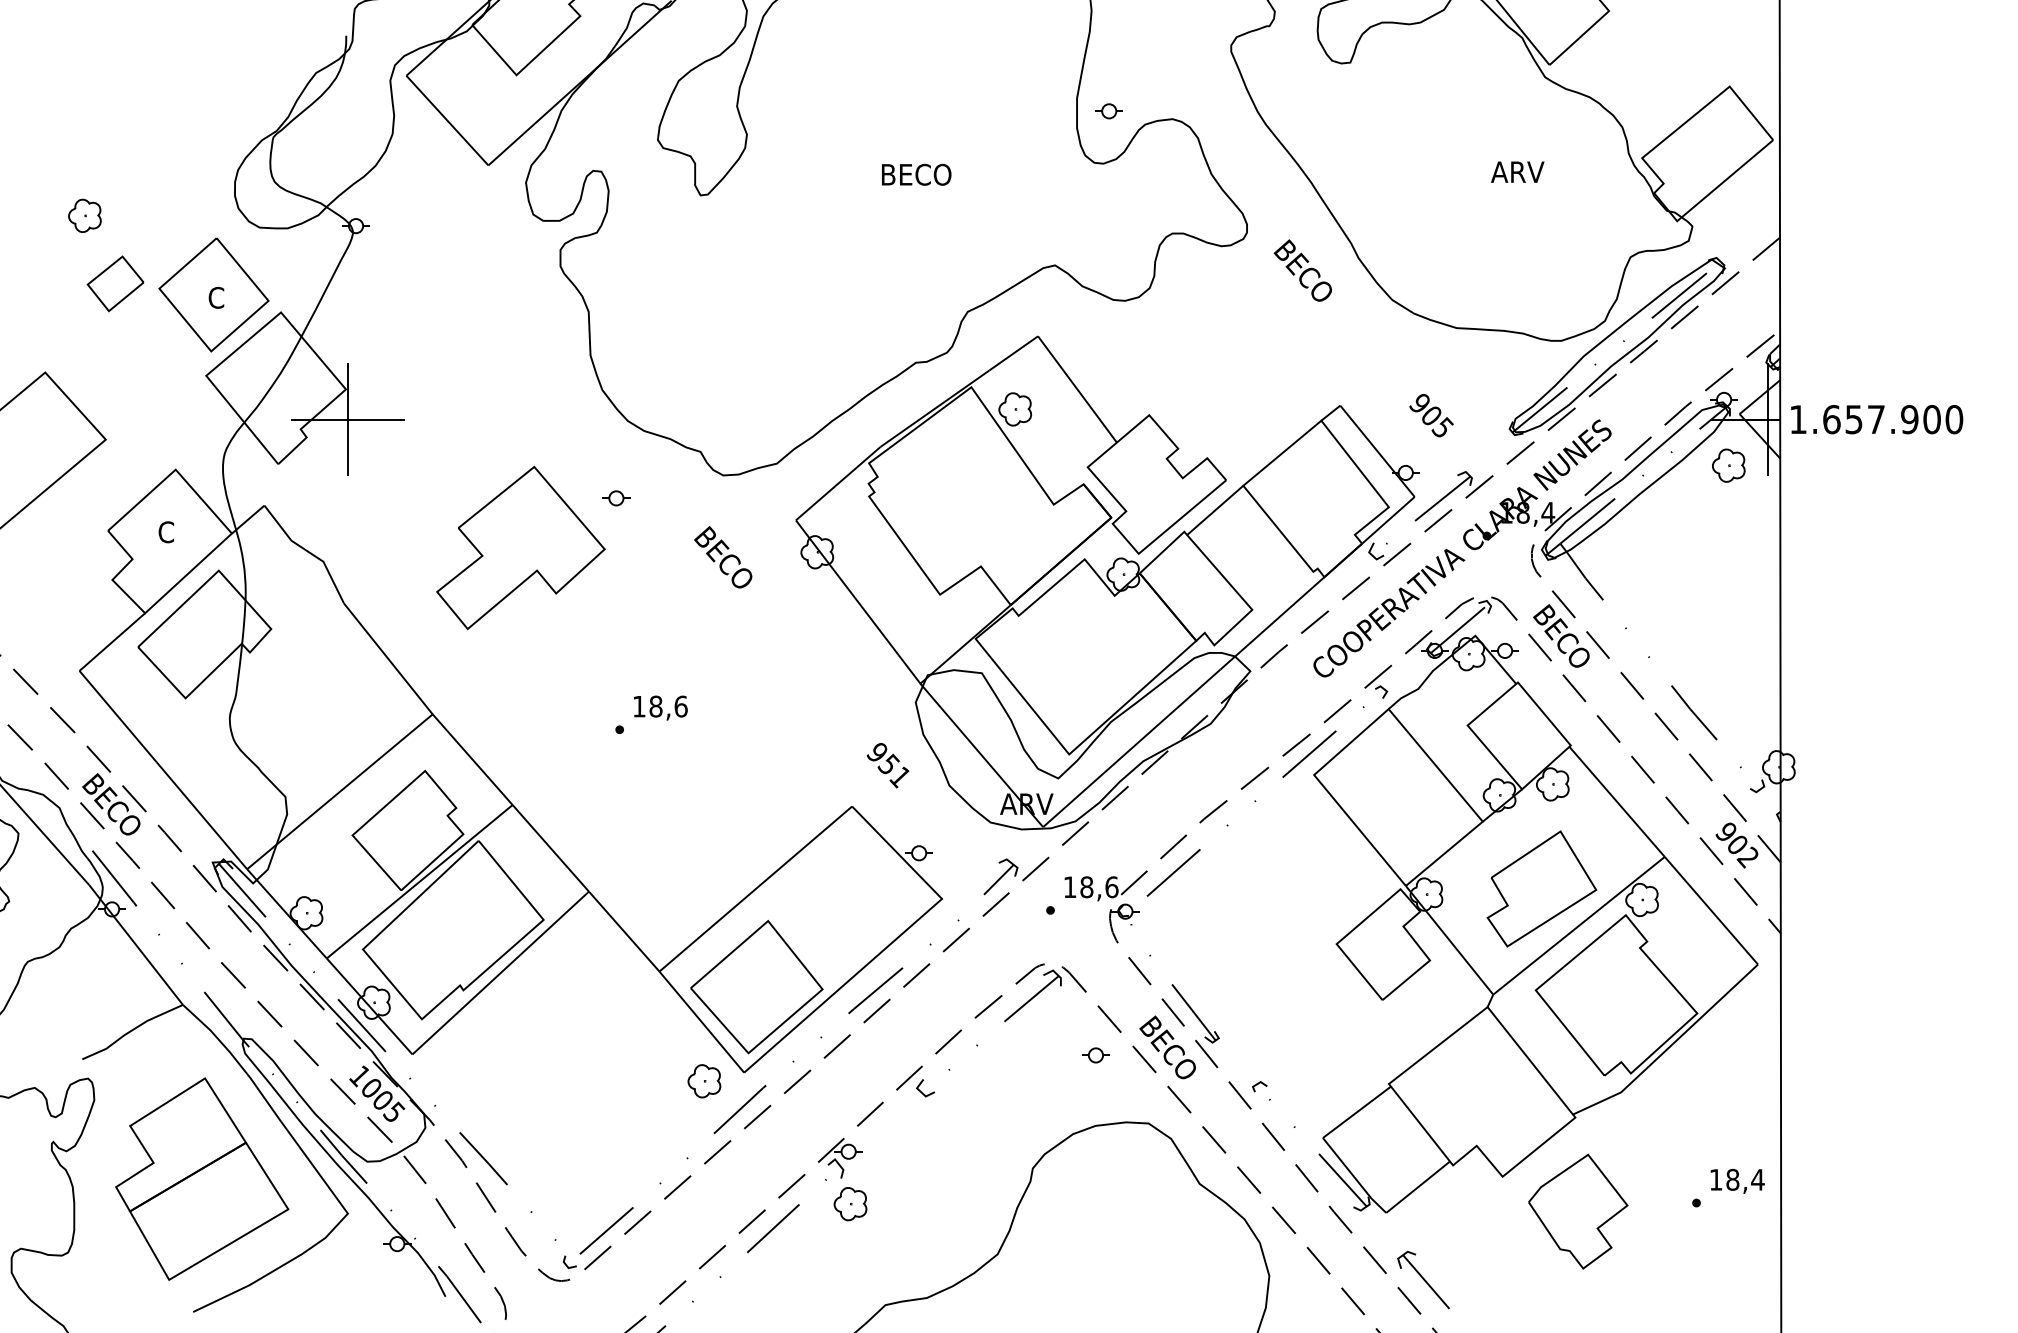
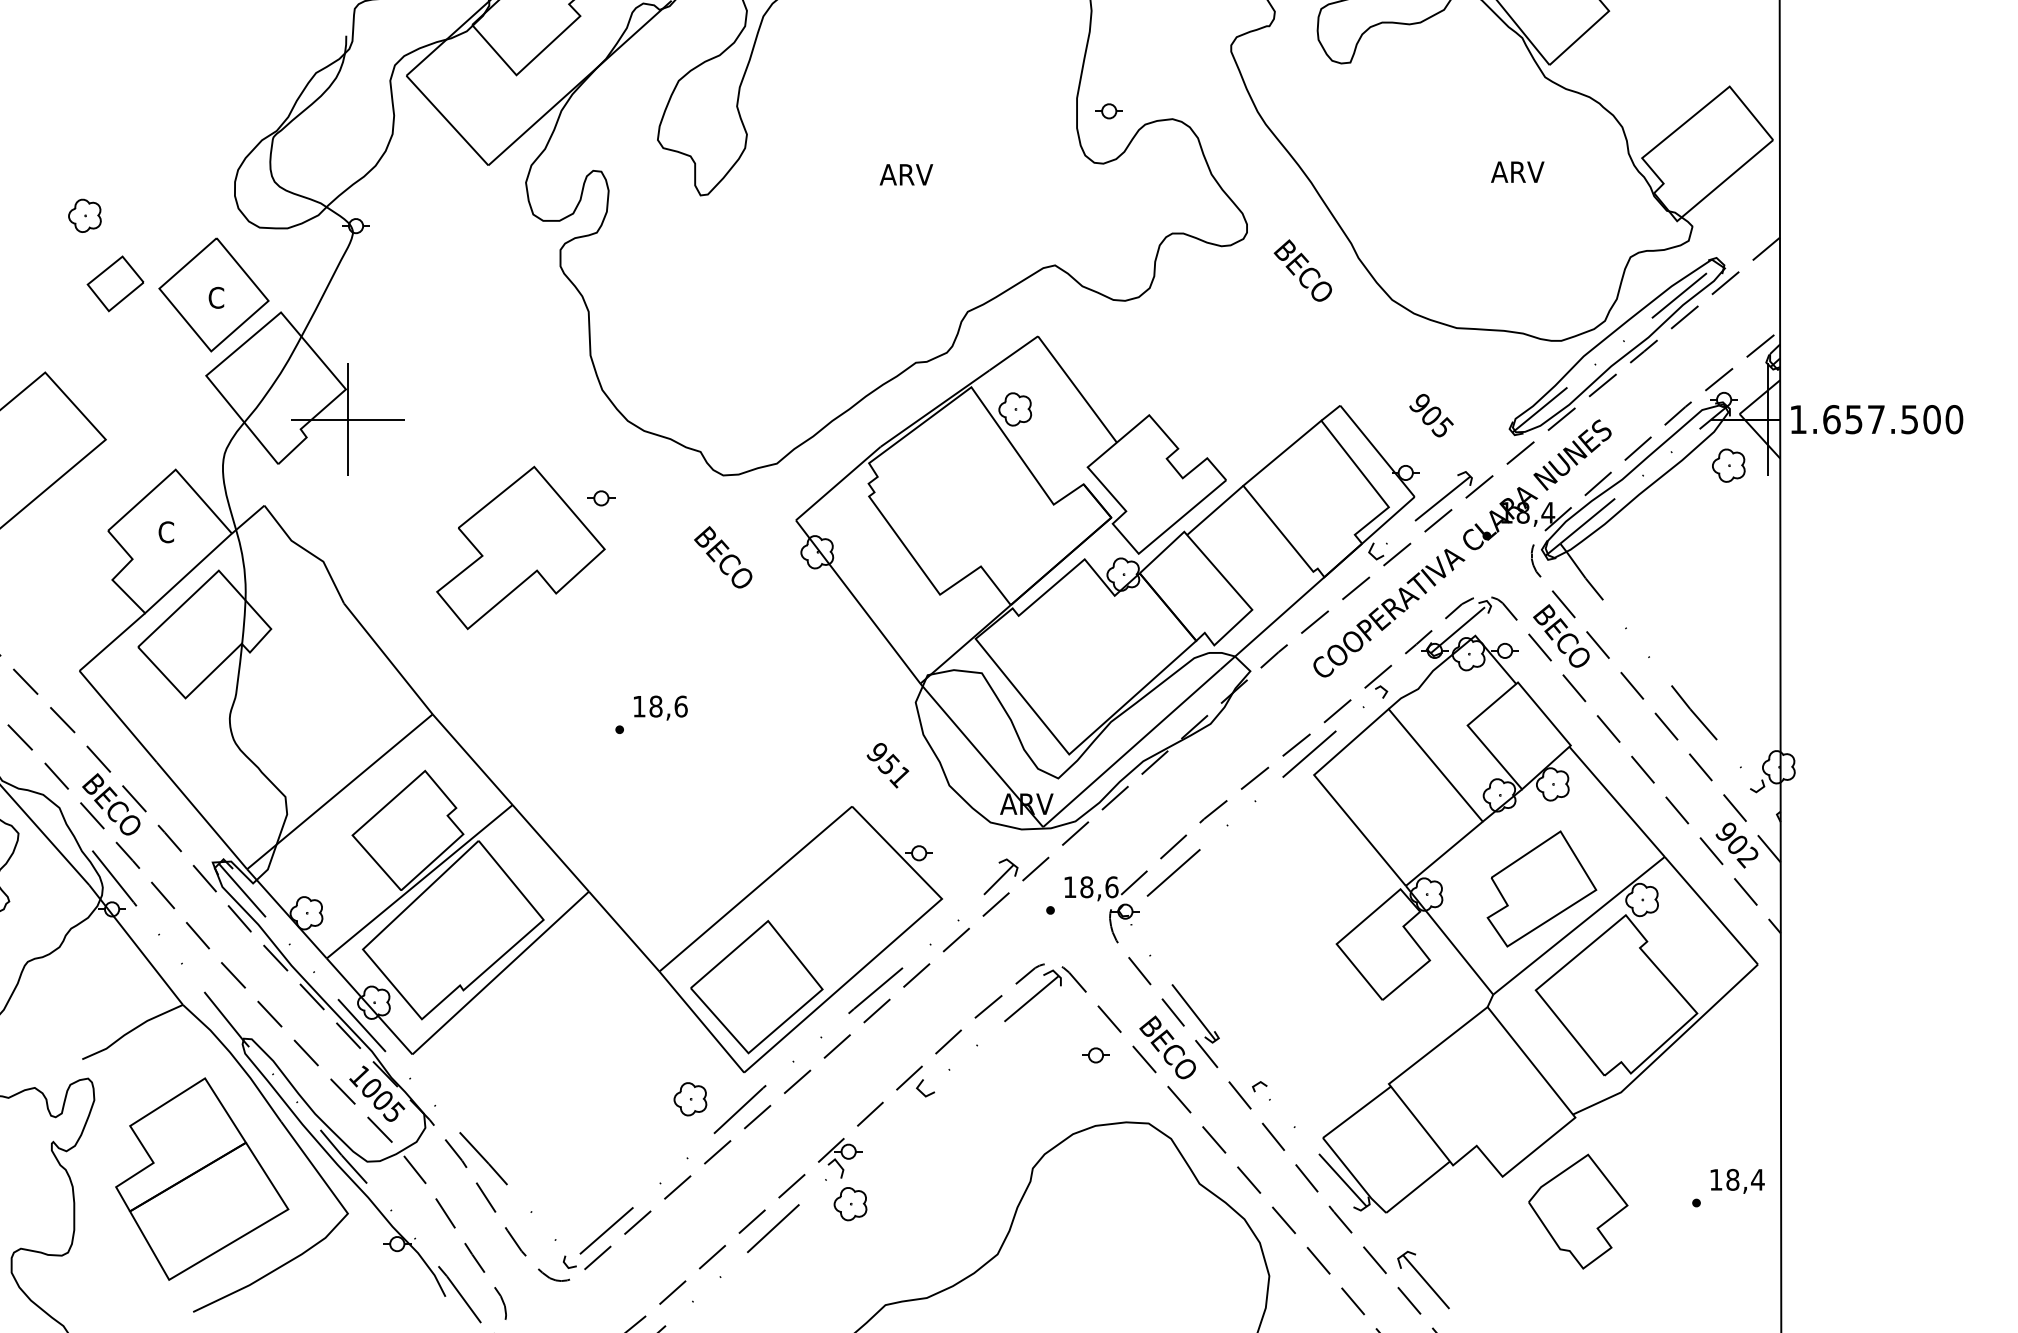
text at (915, 174): BECO -> ARV
text at (1909, 419): 1.657.900 -> 1.657.500
part at (616, 498) position: (616, 498) -> (601, 498)
part at (704, 1081) position: (704, 1081) -> (690, 1099)
